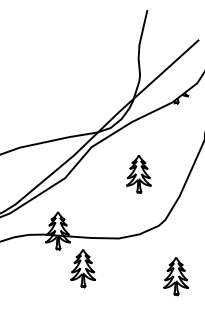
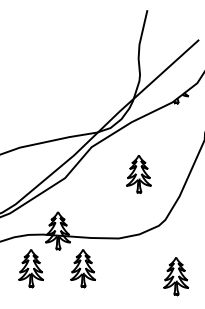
part at (30, 268): none -> present
